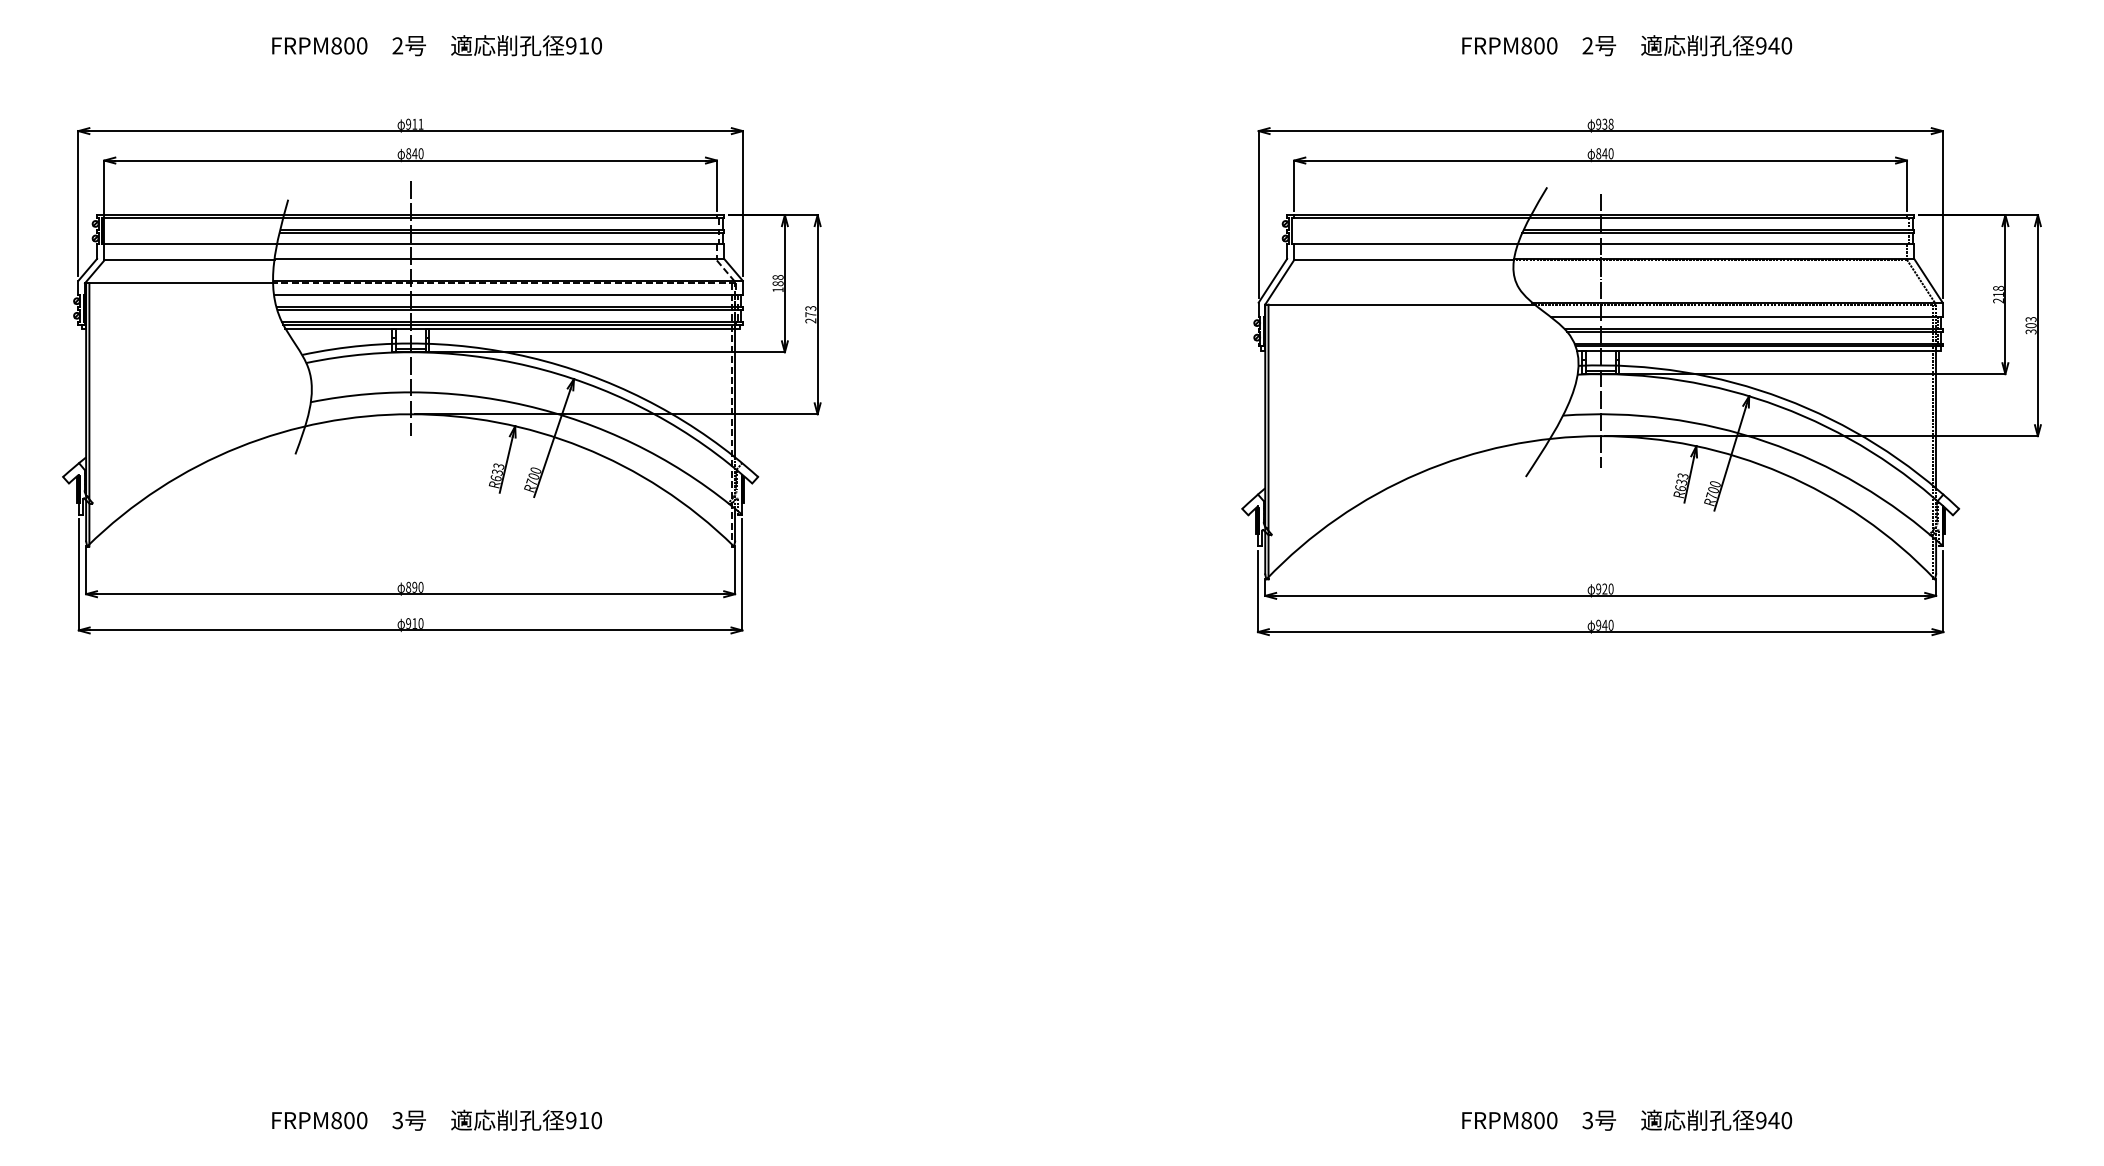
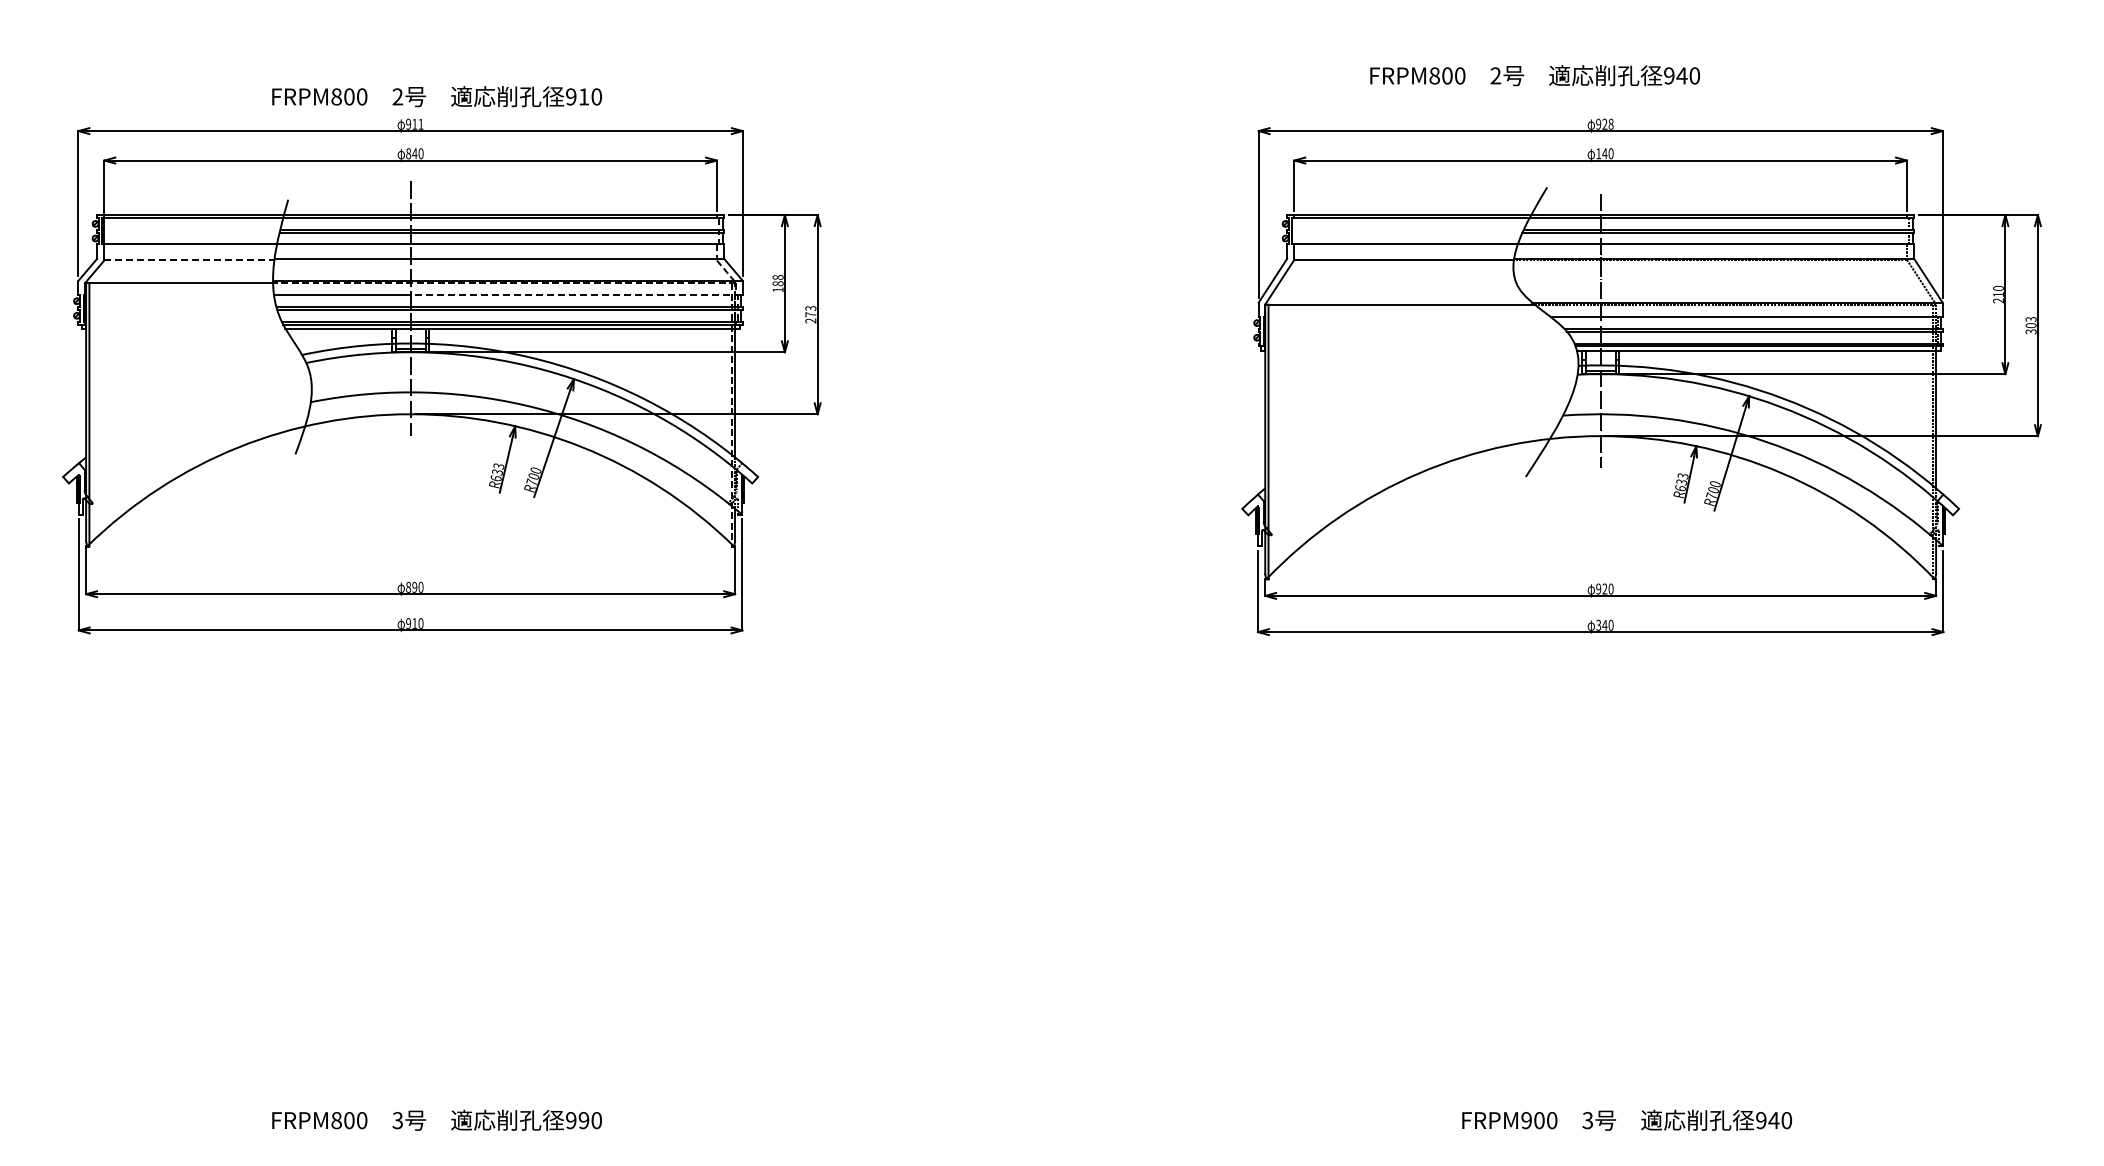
text at (436, 45) position: (436, 45) -> (436, 96)
text at (1627, 45) position: (1627, 45) -> (1535, 75)
text at (1604, 124): 938 -> 928
text at (1598, 153): 840 -> 140
line at (190, 260): solid -> dashed
text at (1998, 287): 218 -> 210
line at (575, 295): solid -> dashed
text at (1598, 625): 940 -> 340
text at (583, 1120): 910 -> 990
text at (1526, 1120): FRPM800 -> FRPM900
